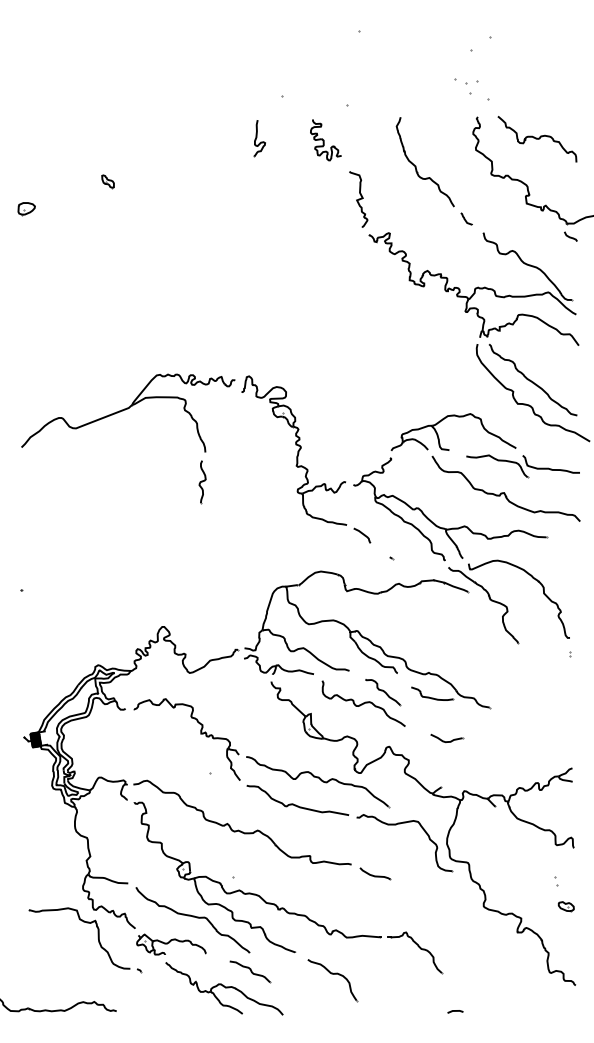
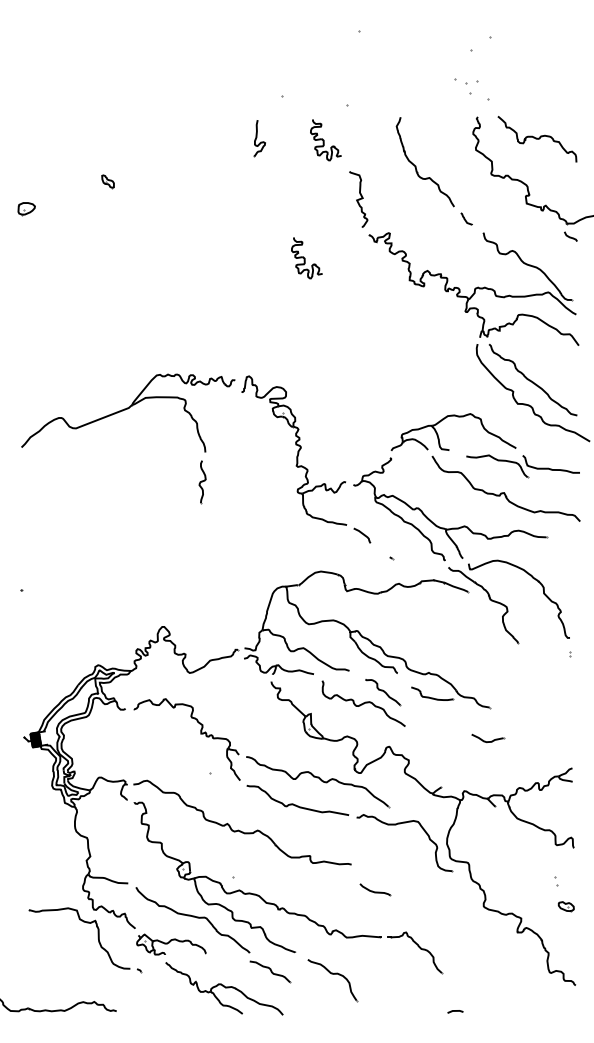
part at (306, 258): none -> present
part at (447, 737) position: (447, 737) -> (488, 737)
part at (375, 873) position: (375, 873) -> (375, 889)
part at (250, 971) position: (250, 971) -> (270, 971)
